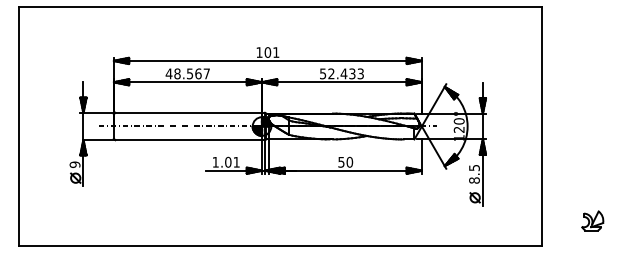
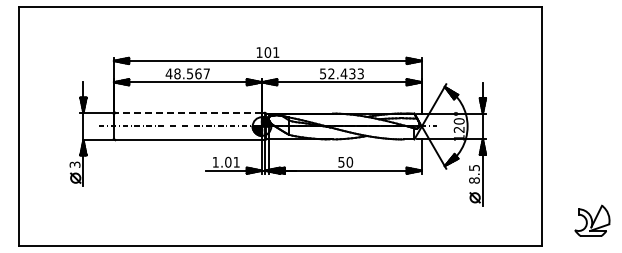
line at (188, 112): solid -> dashed
text at (74, 164): 9 -> 3
part at (592, 220) size: 24x22 px -> 37x33 px
